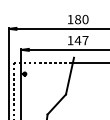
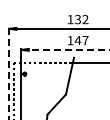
text at (81, 19): 180 -> 132
line at (66, 49): solid -> dashed
line at (9, 73): solid -> dashed
